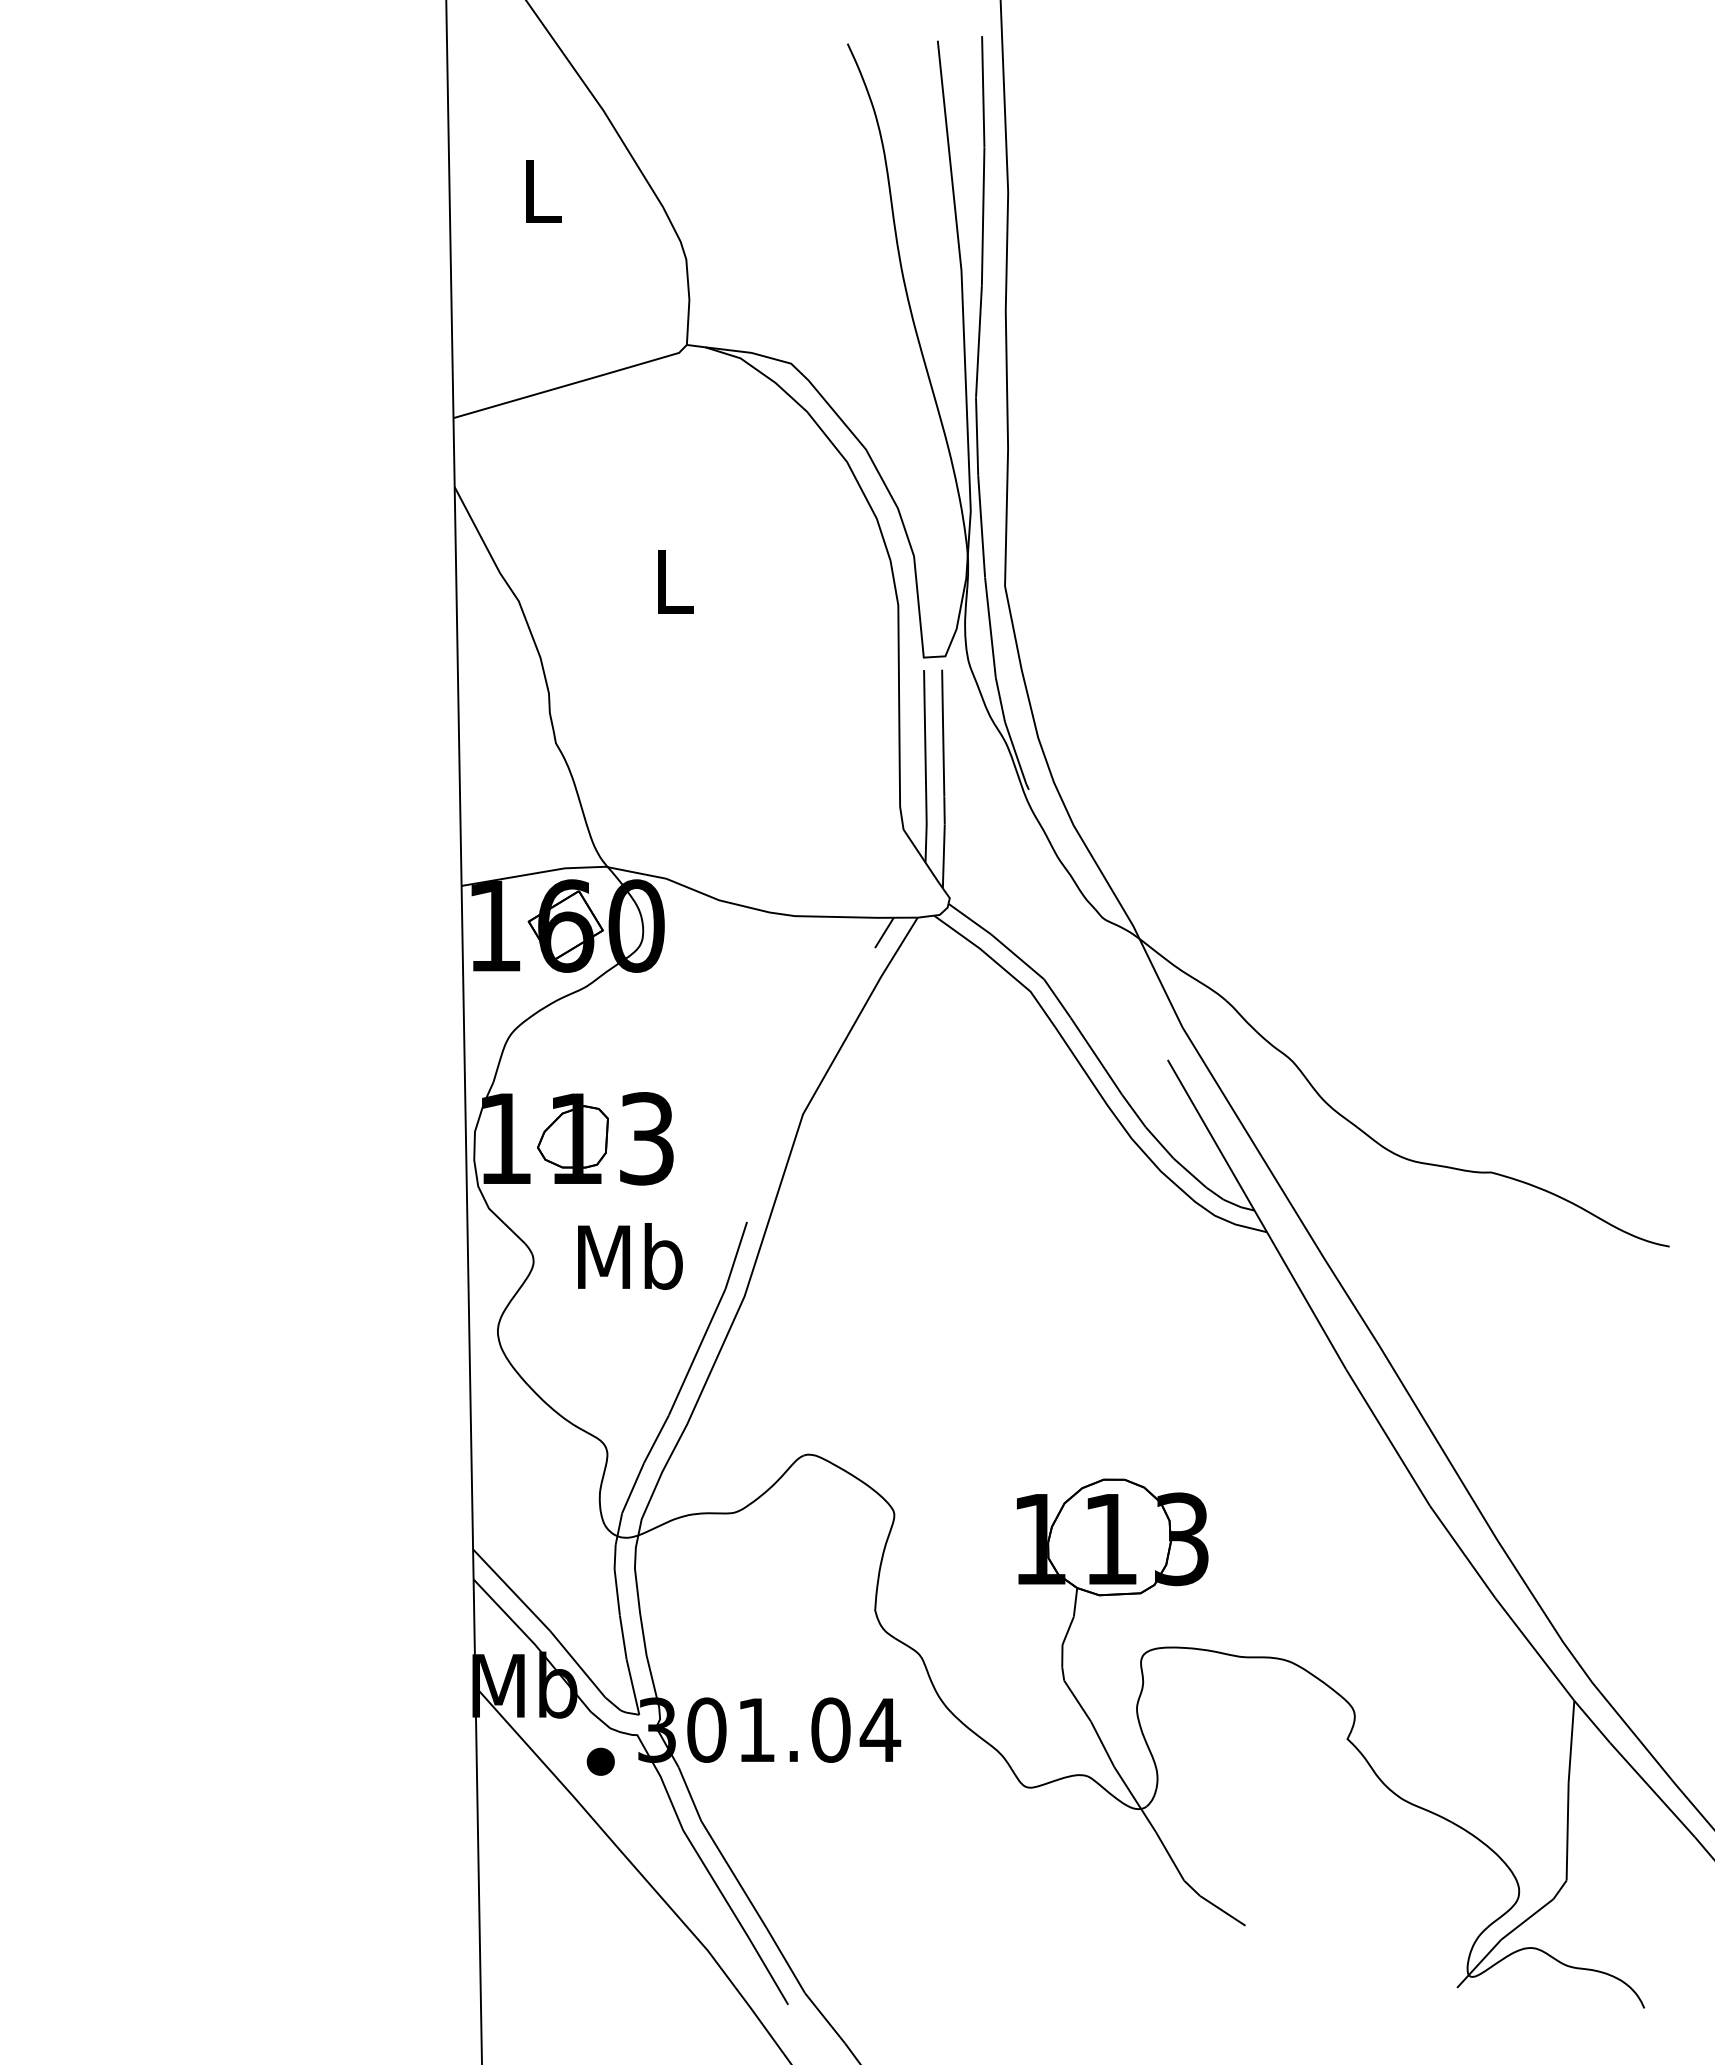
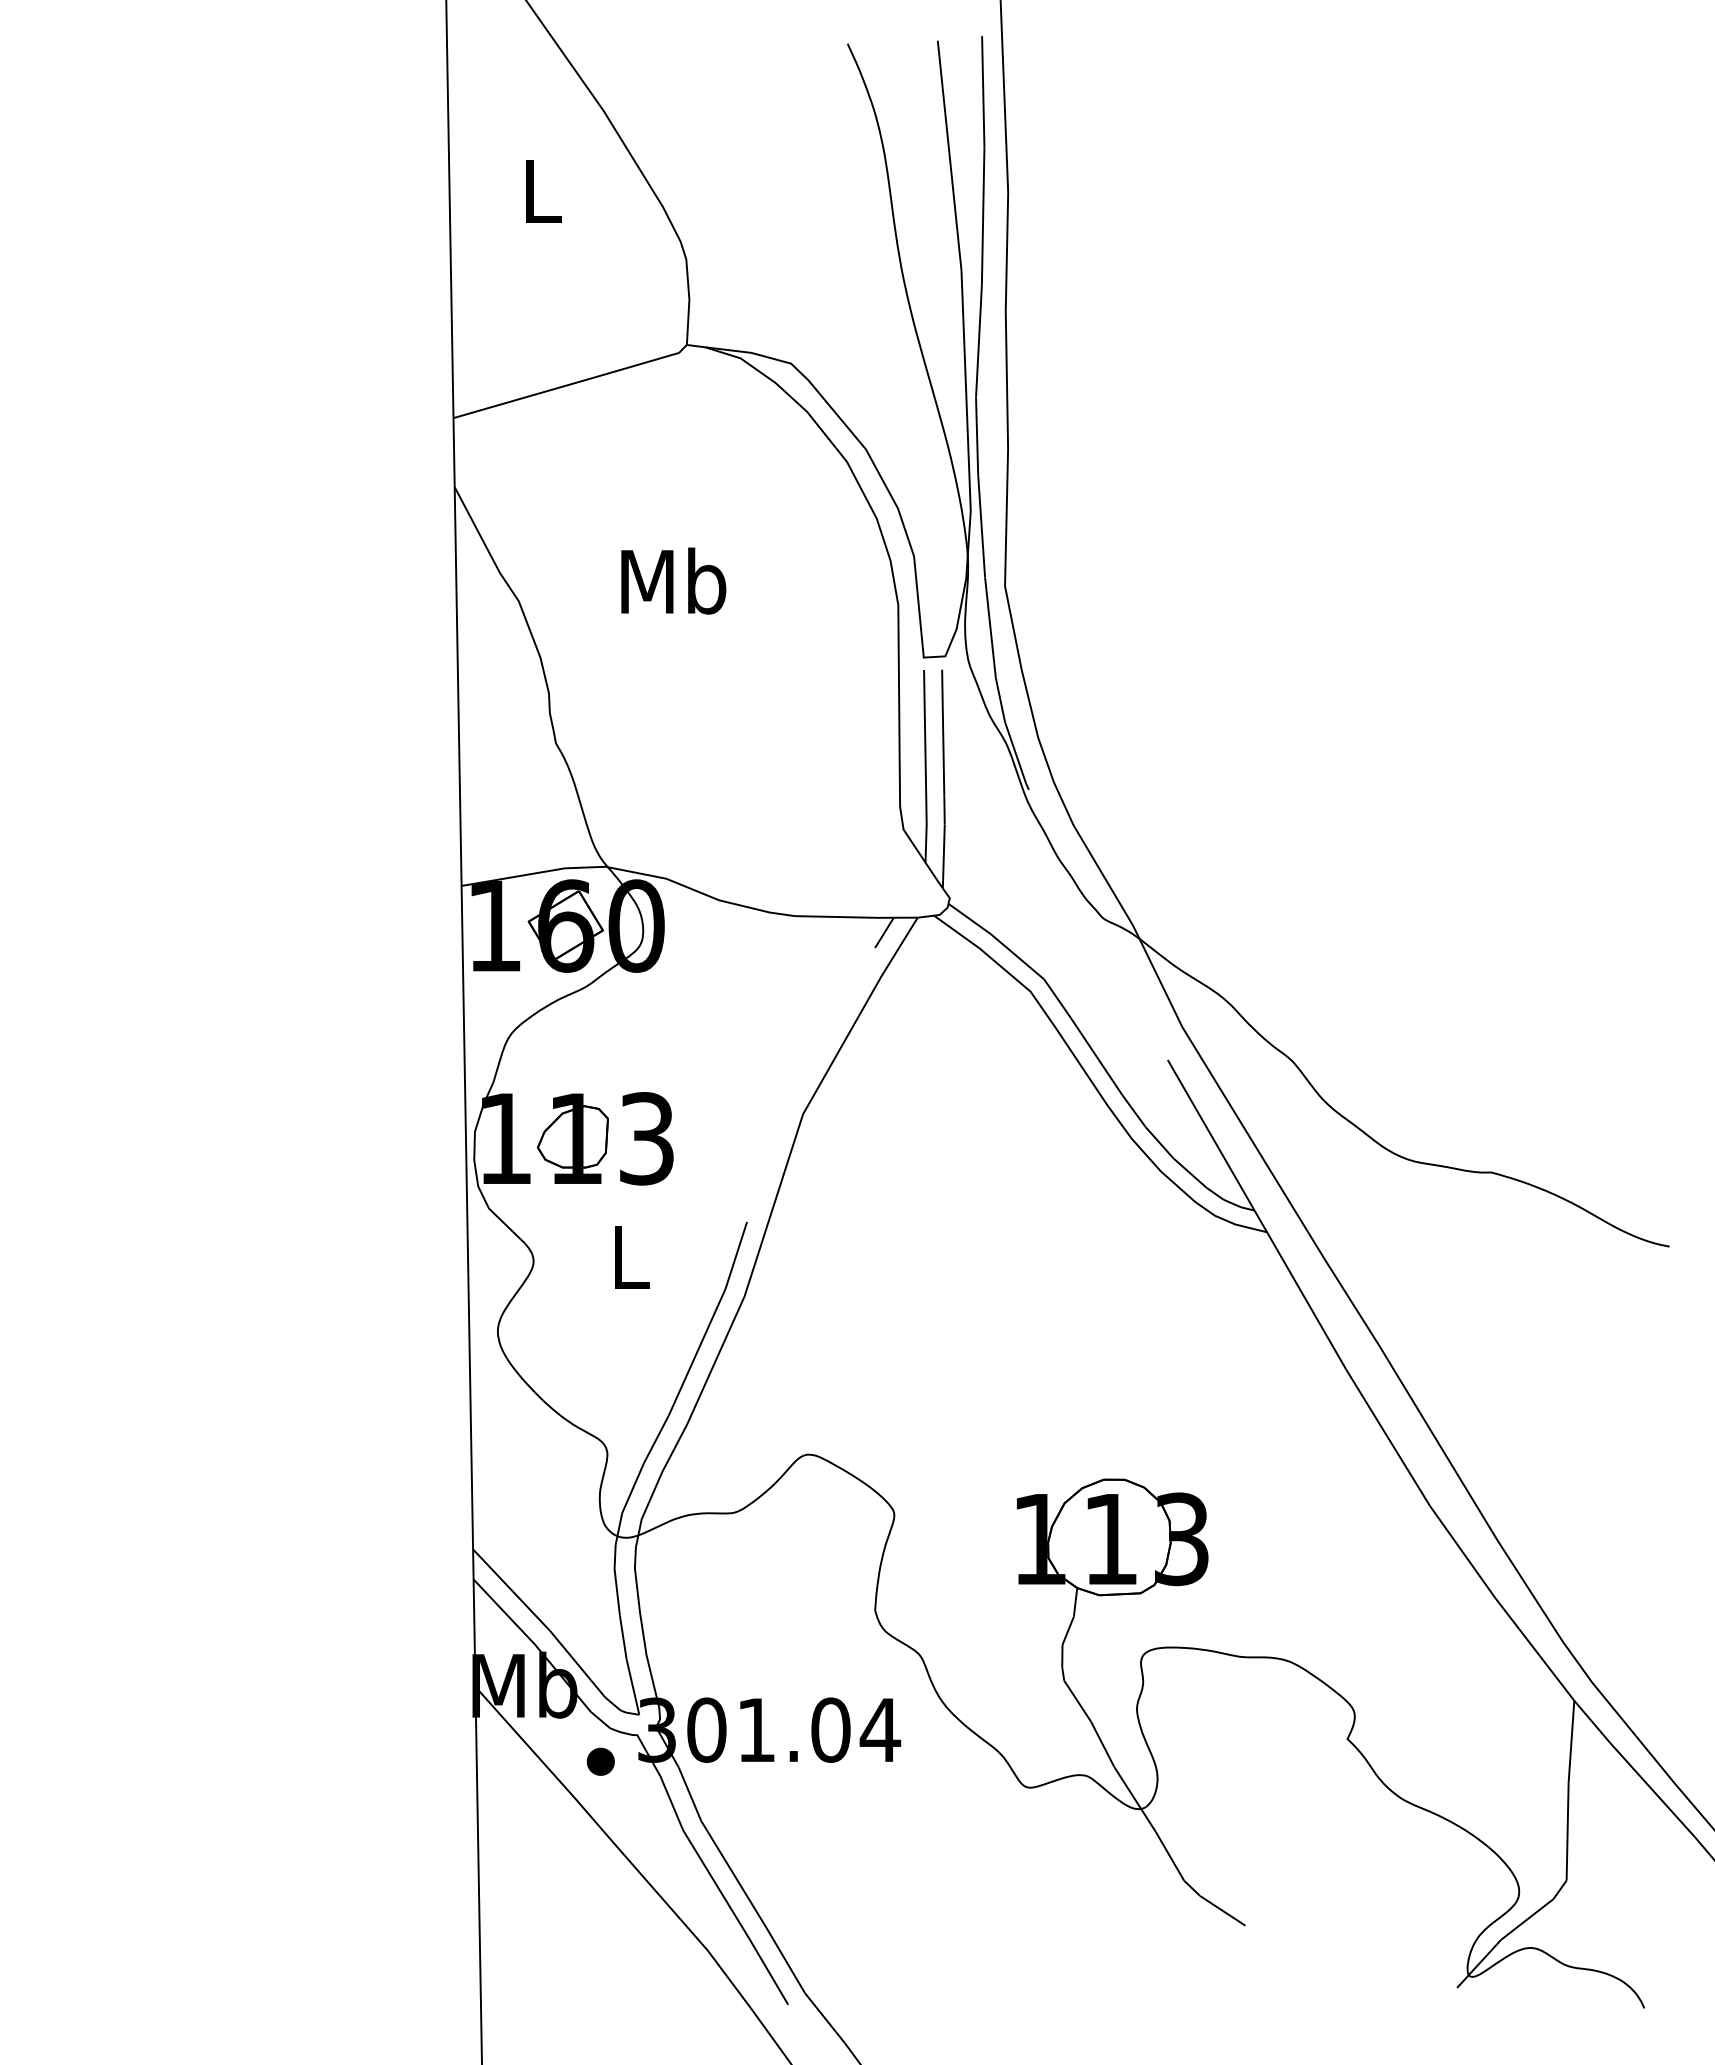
text at (673, 580): L -> Mb
text at (630, 1256): Mb -> L
